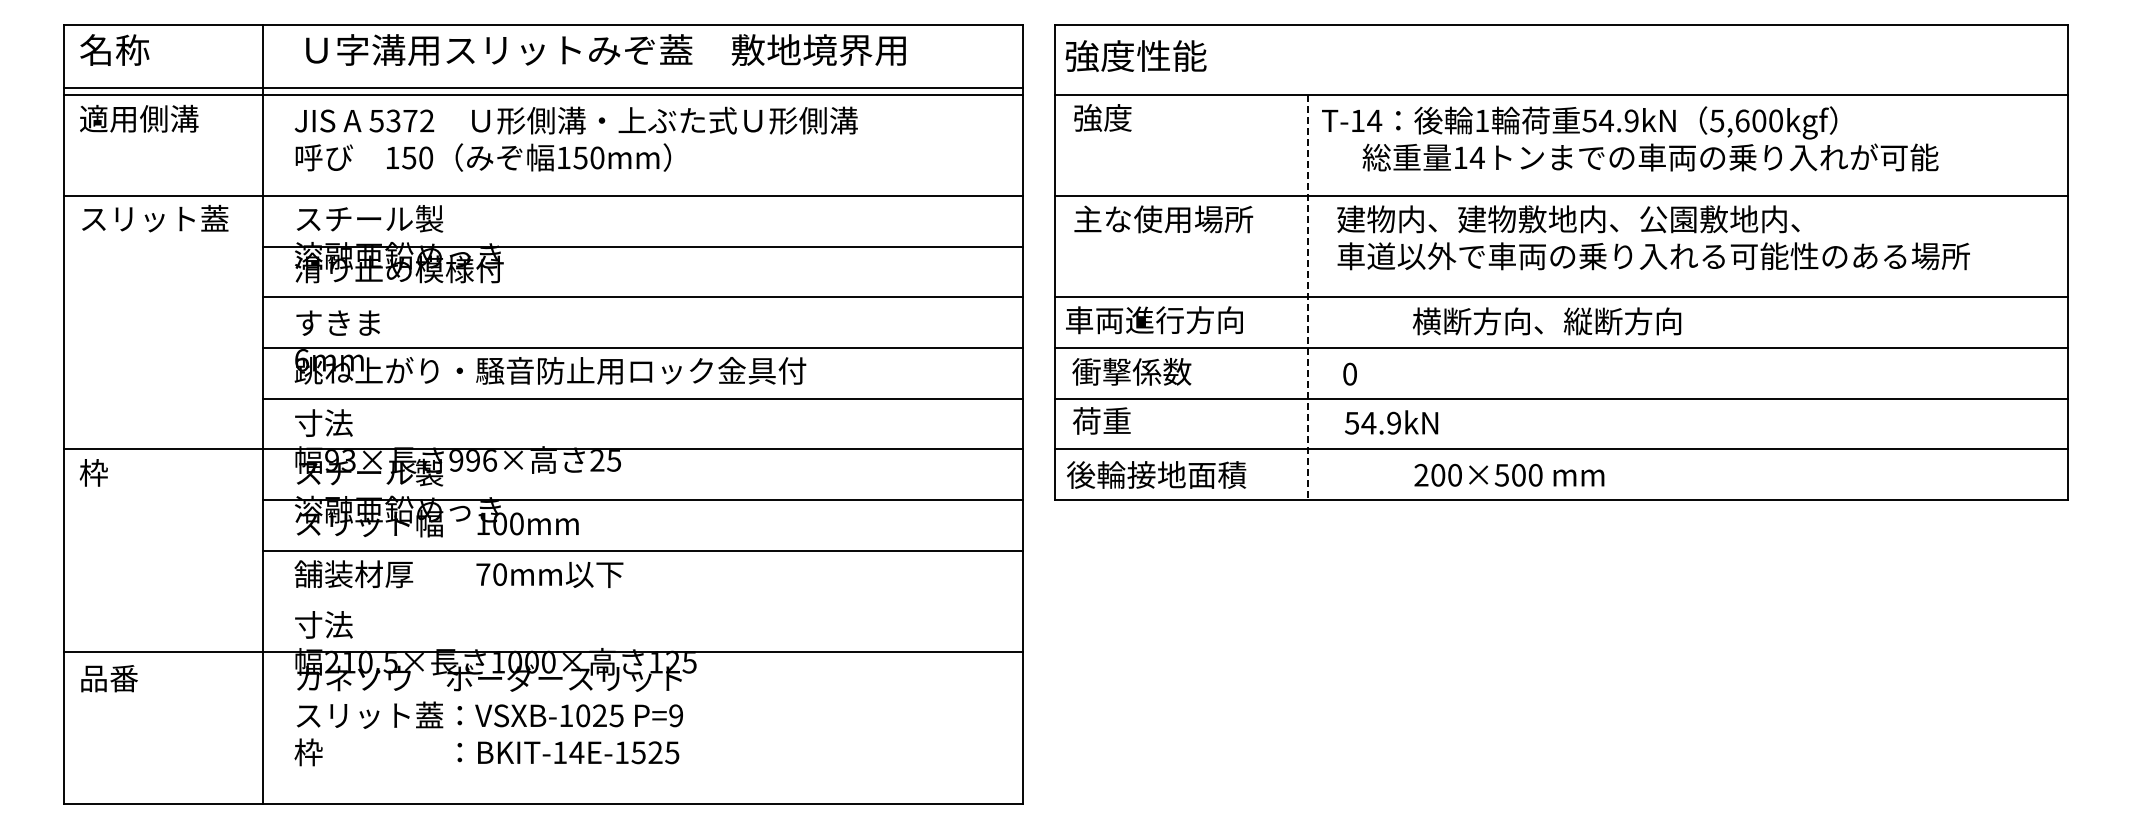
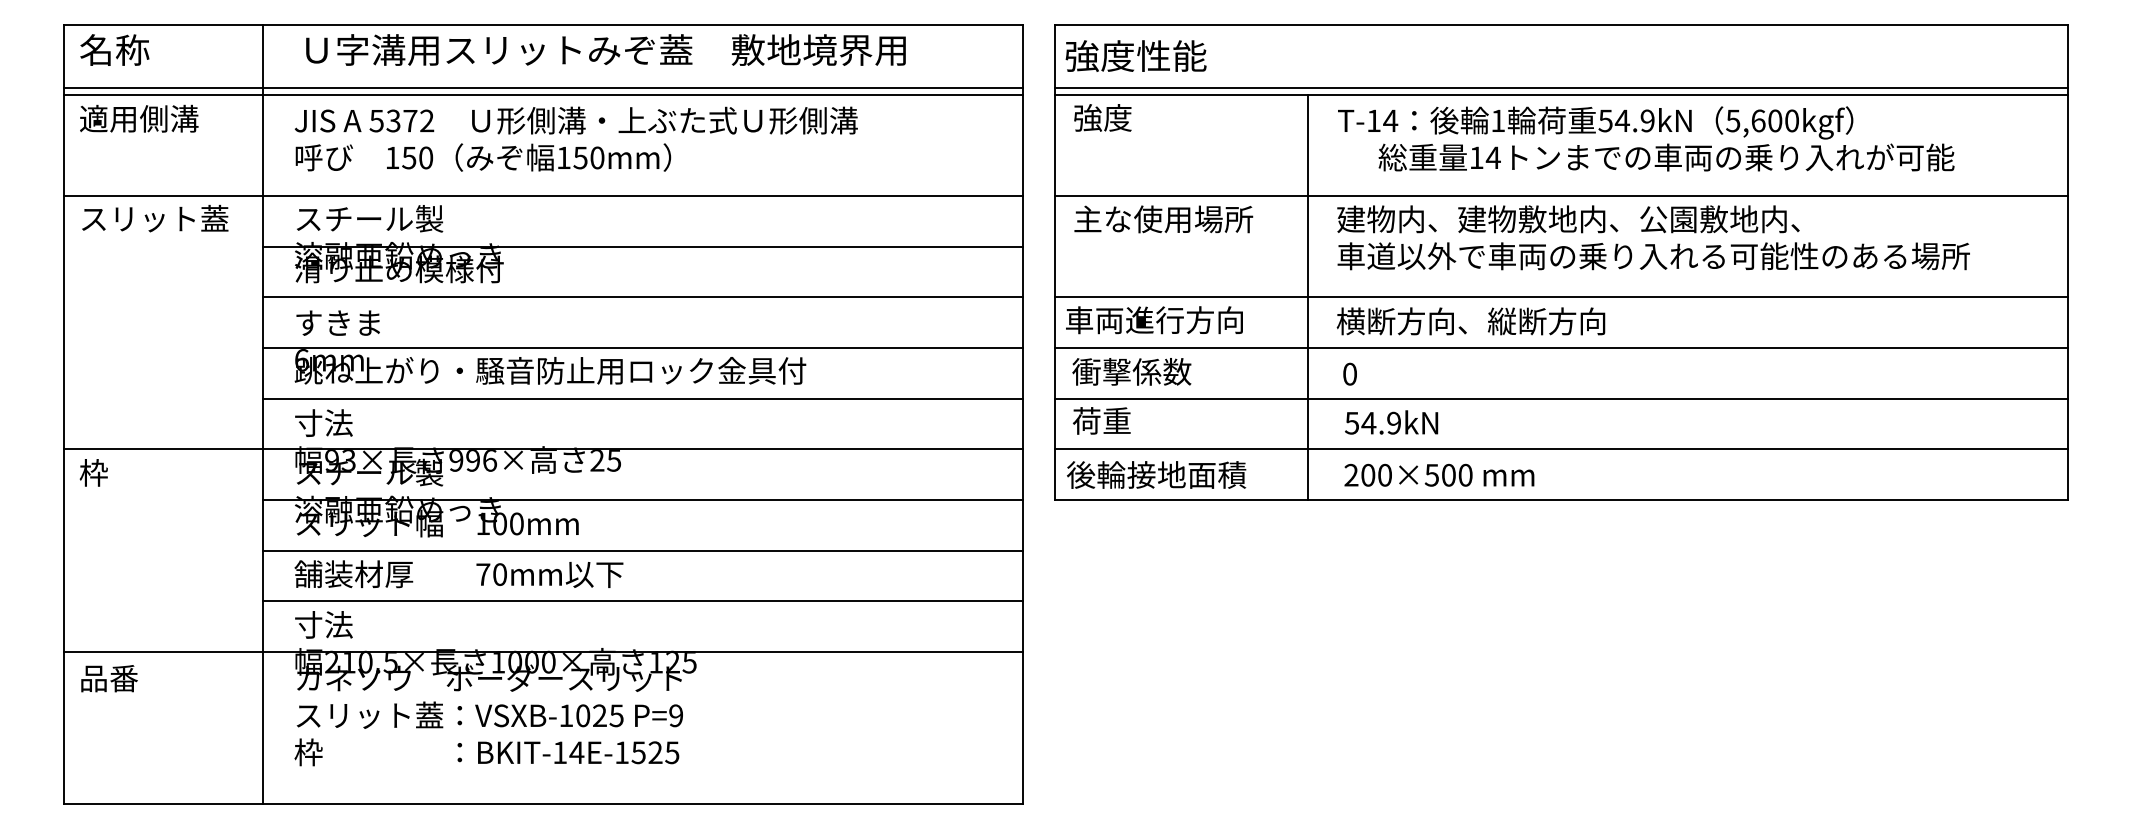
line at (1561, 88): none -> present
text at (1630, 138) position: (1630, 138) -> (1646, 138)
line at (1308, 297): dashed -> solid
text at (1546, 321) position: (1546, 321) -> (1470, 321)
text at (1509, 474) position: (1509, 474) -> (1439, 474)
line at (643, 601): none -> present
